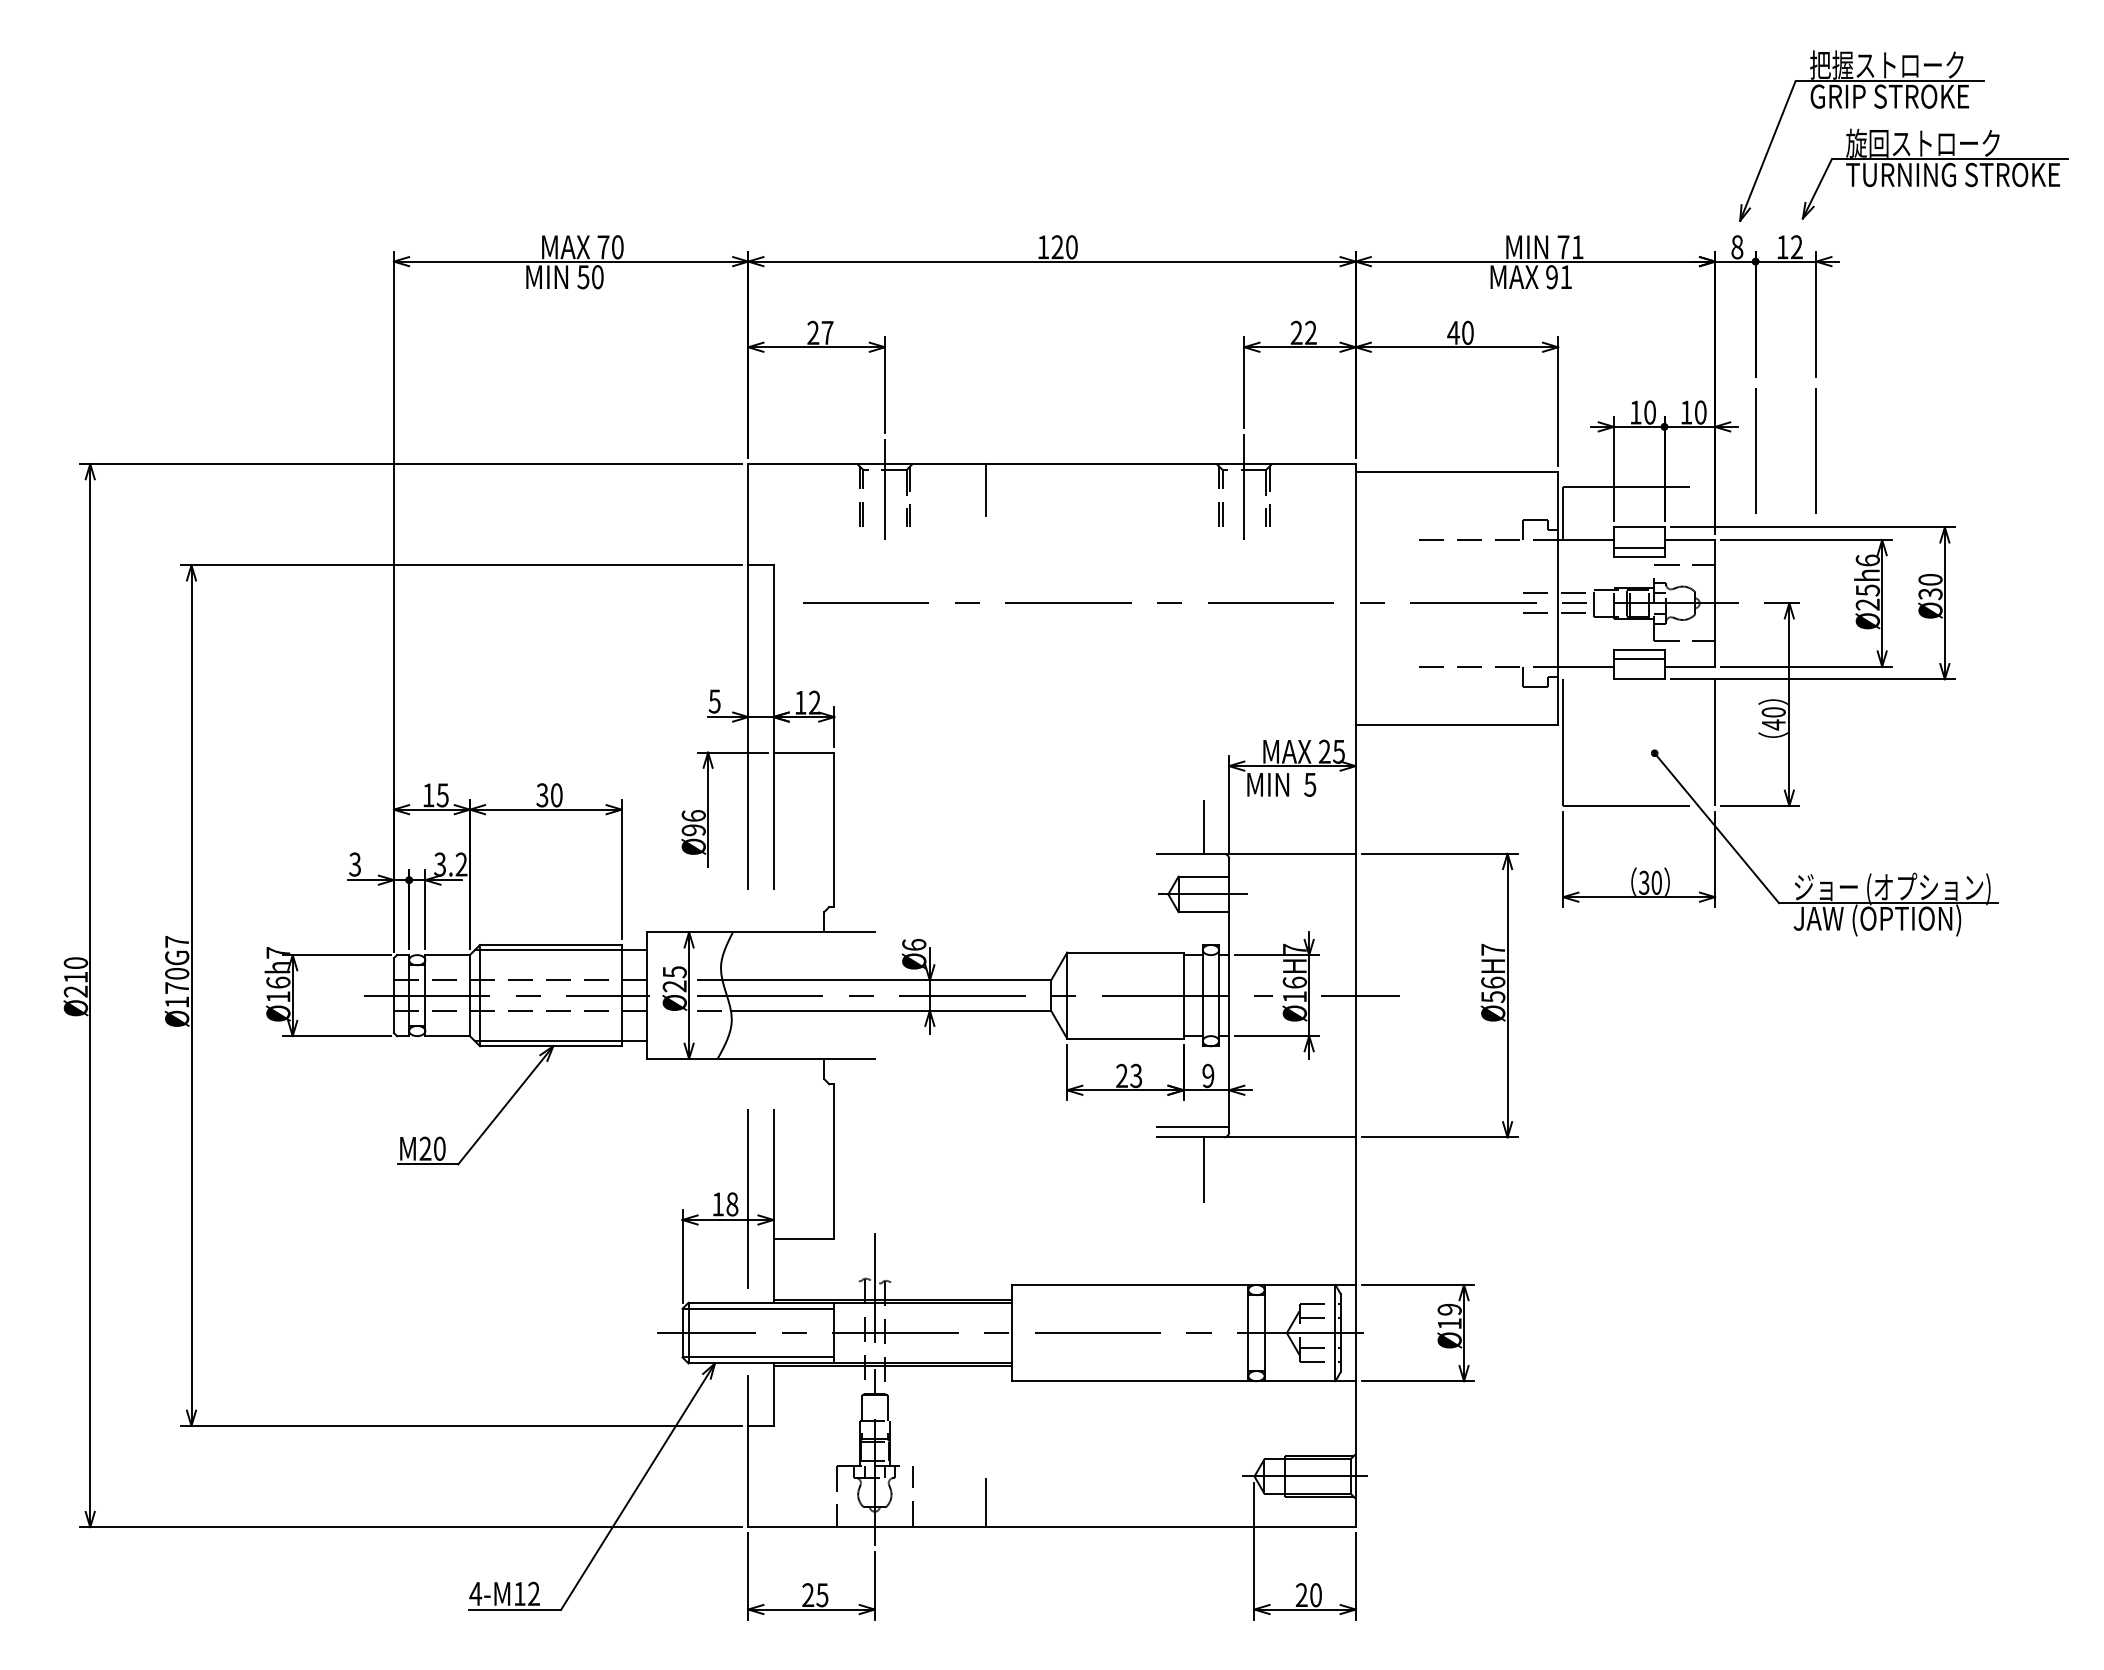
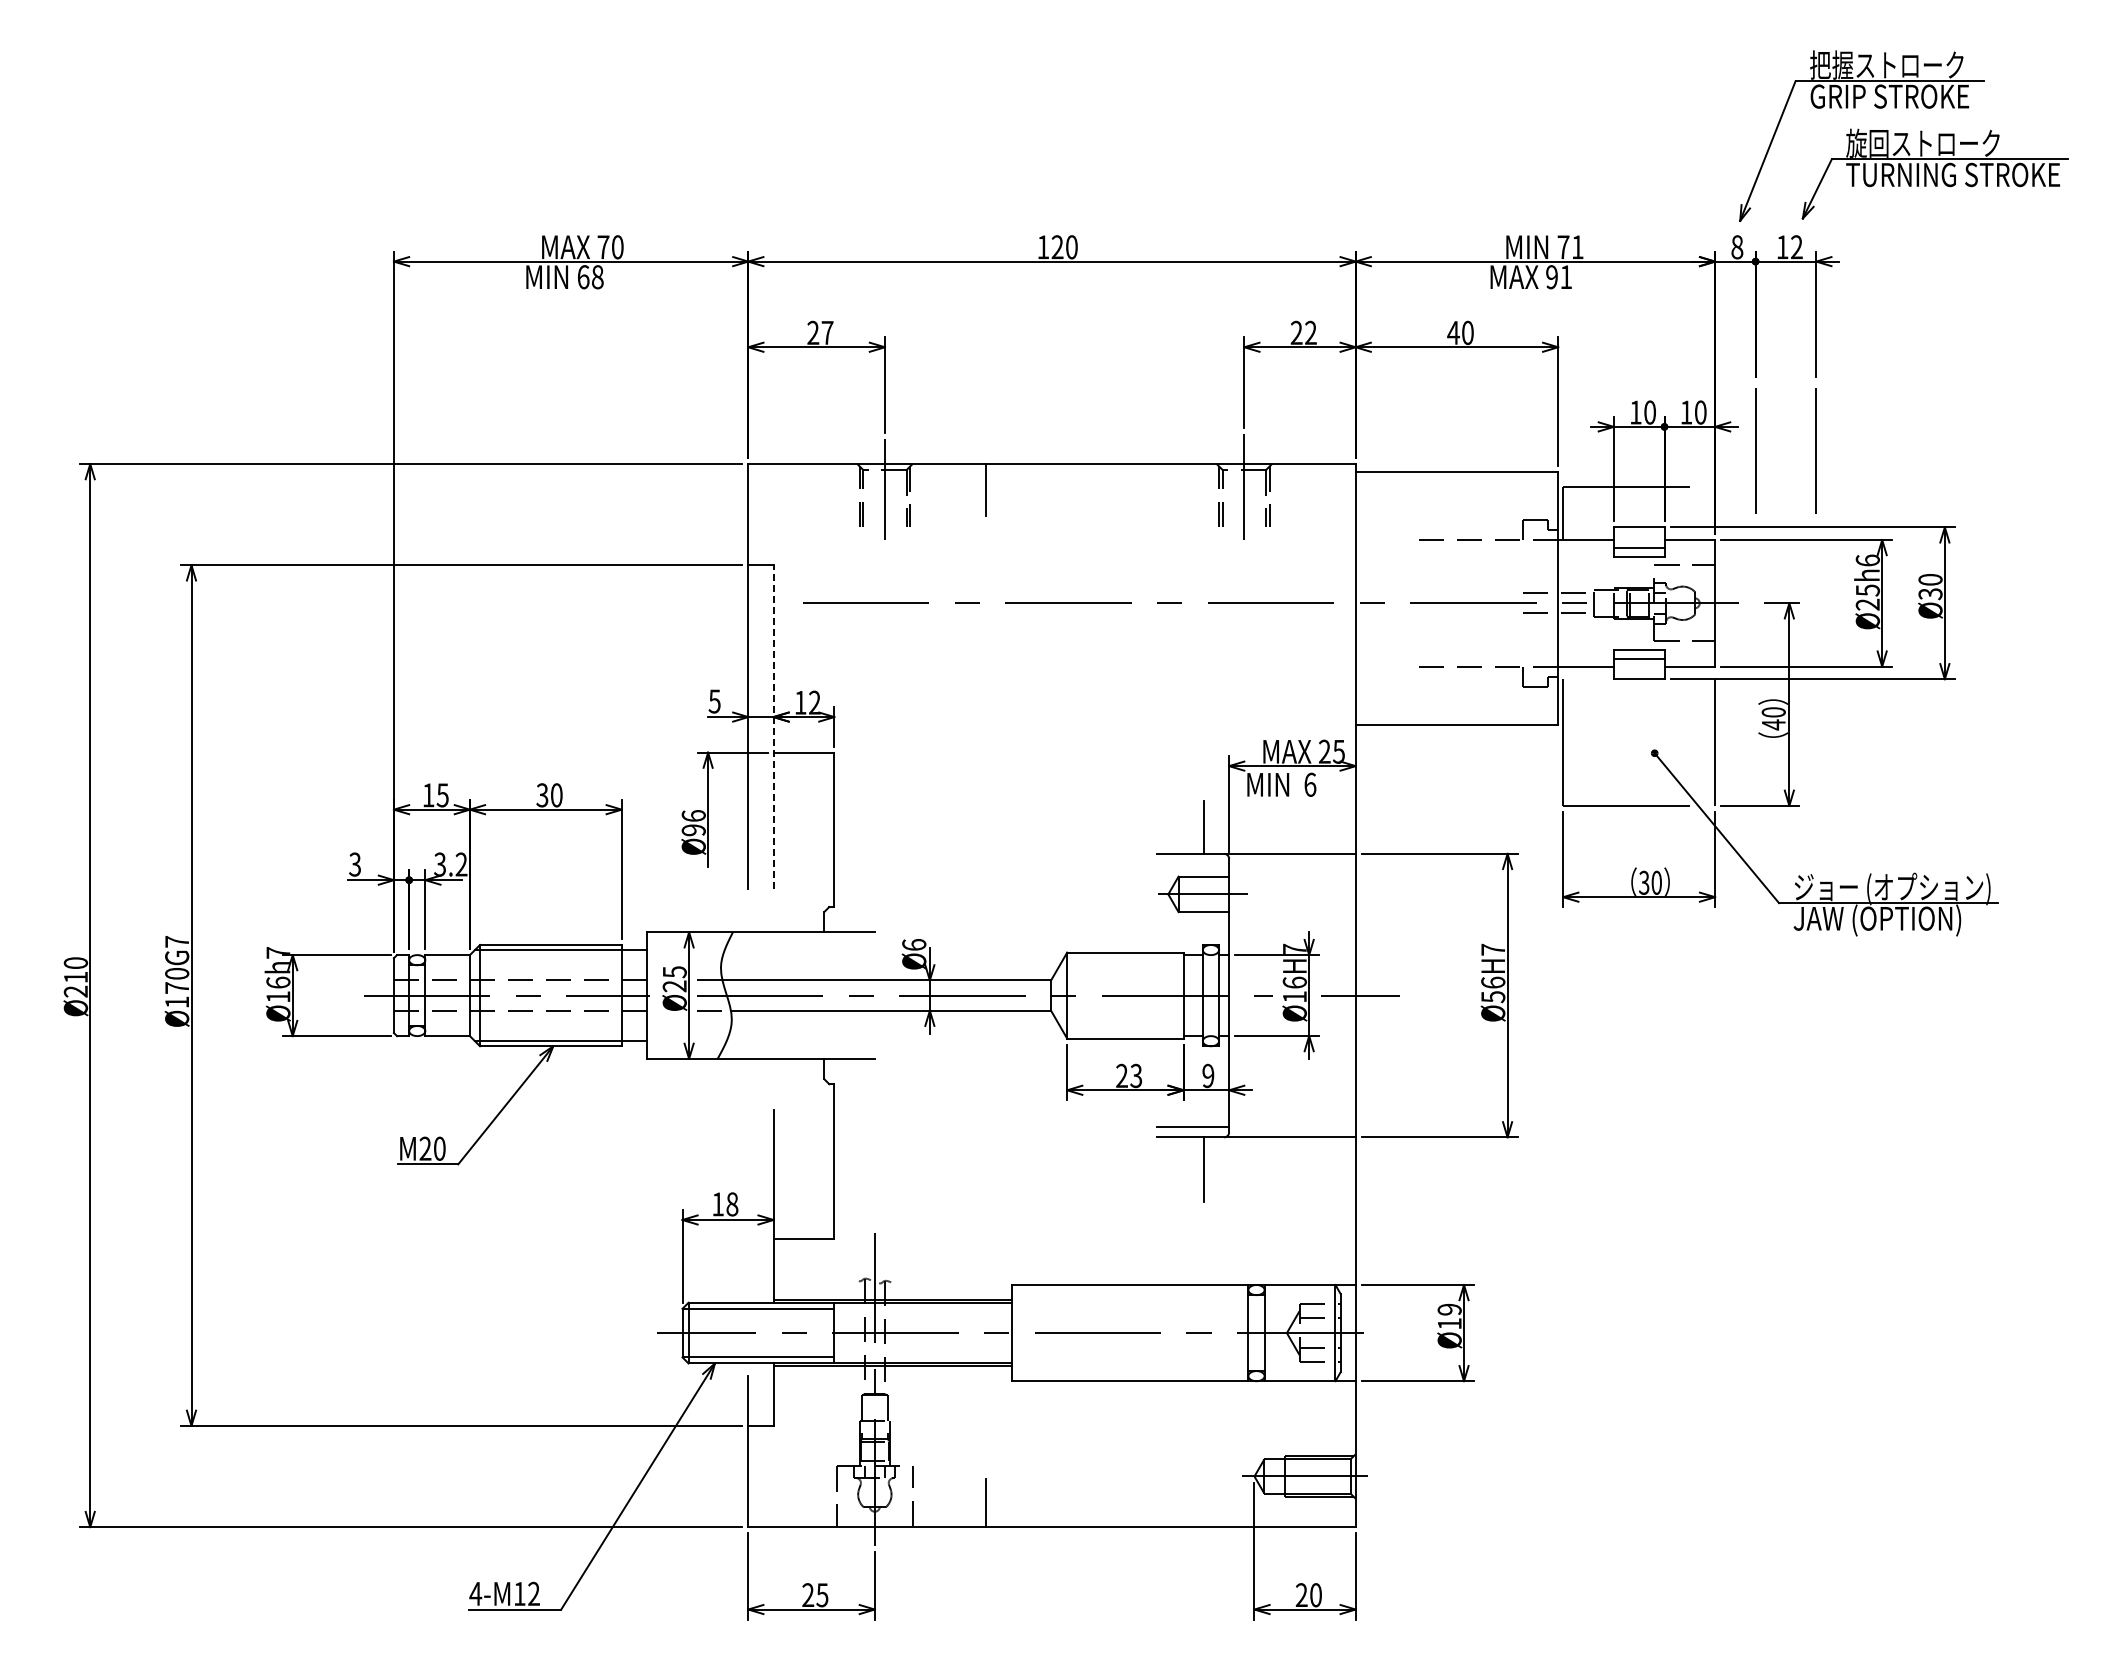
text at (590, 277): 50 -> 68
line at (773, 727): solid -> dashed
text at (1310, 784): 5 -> 6
line at (748, 1198): present -> none
